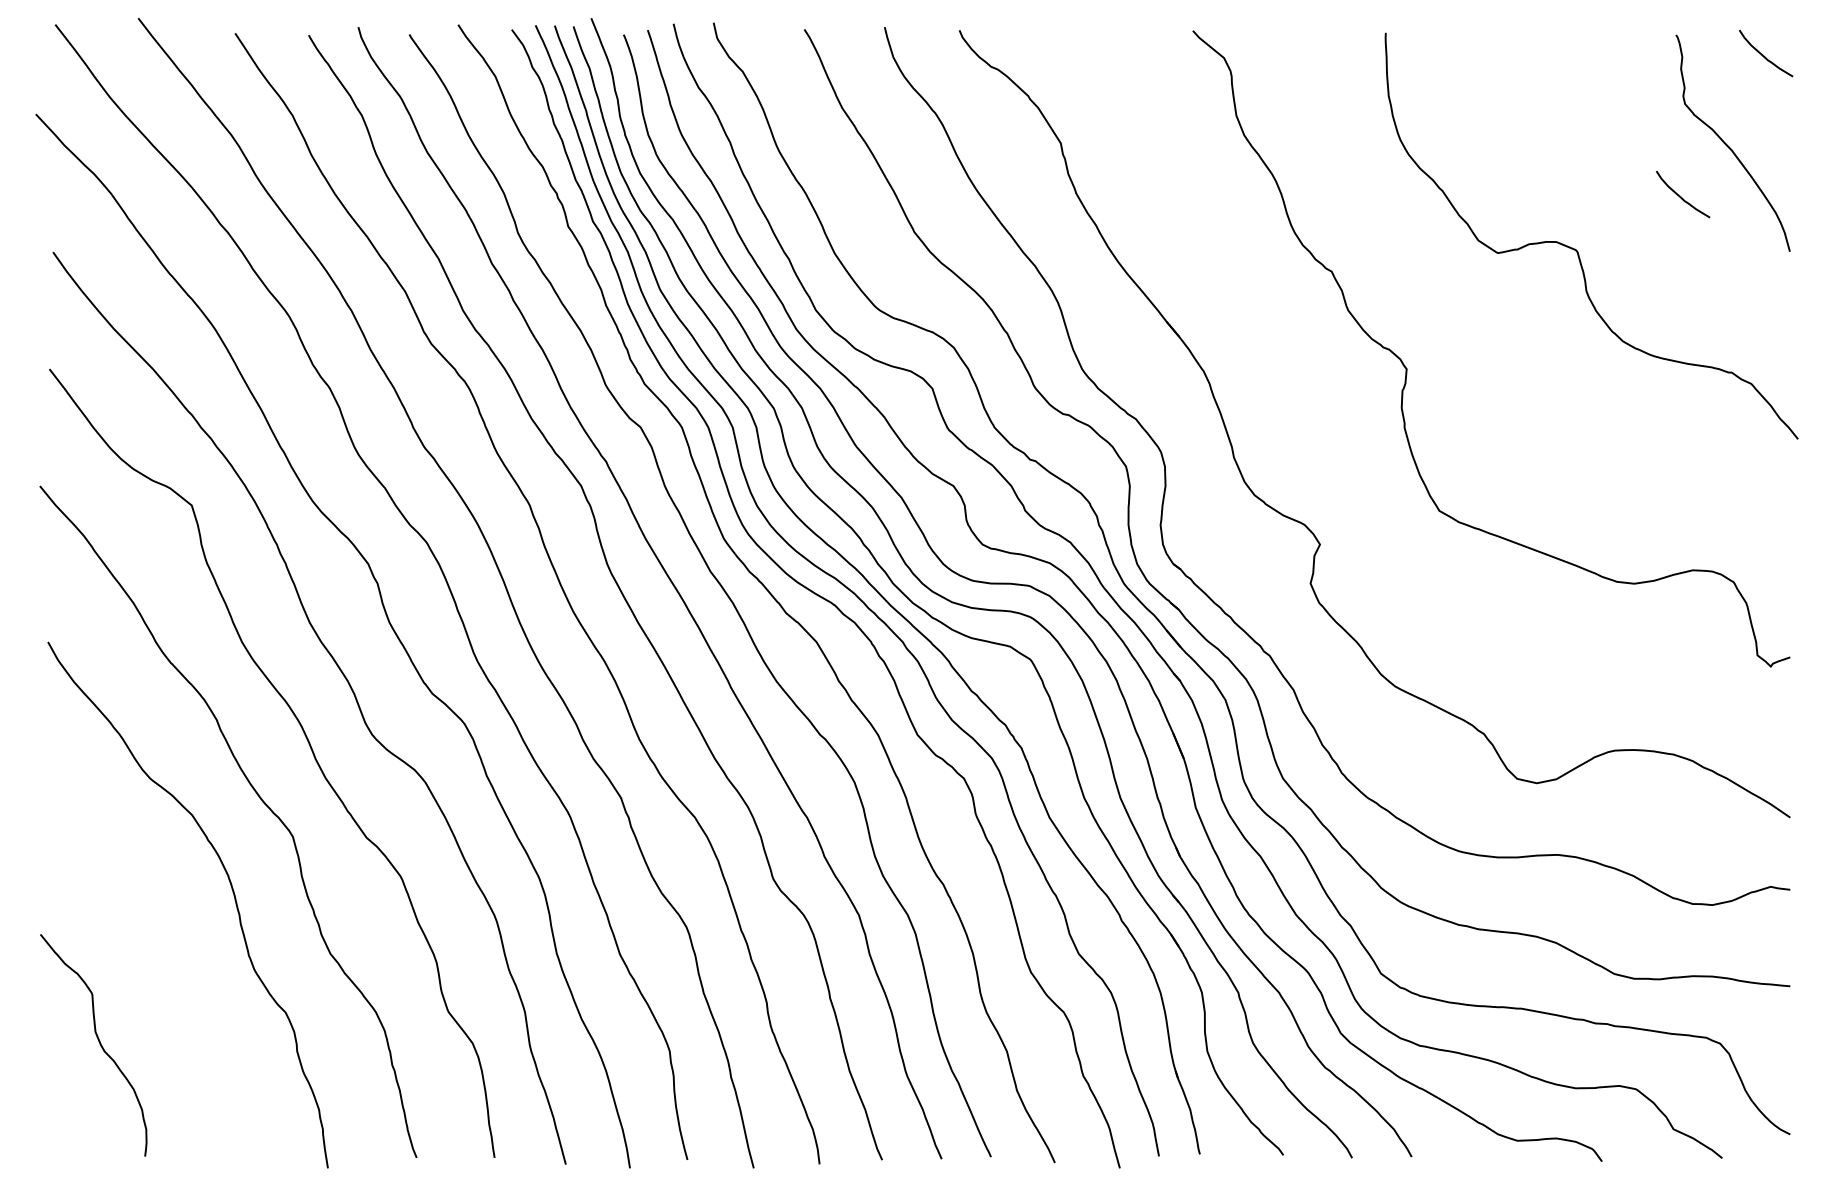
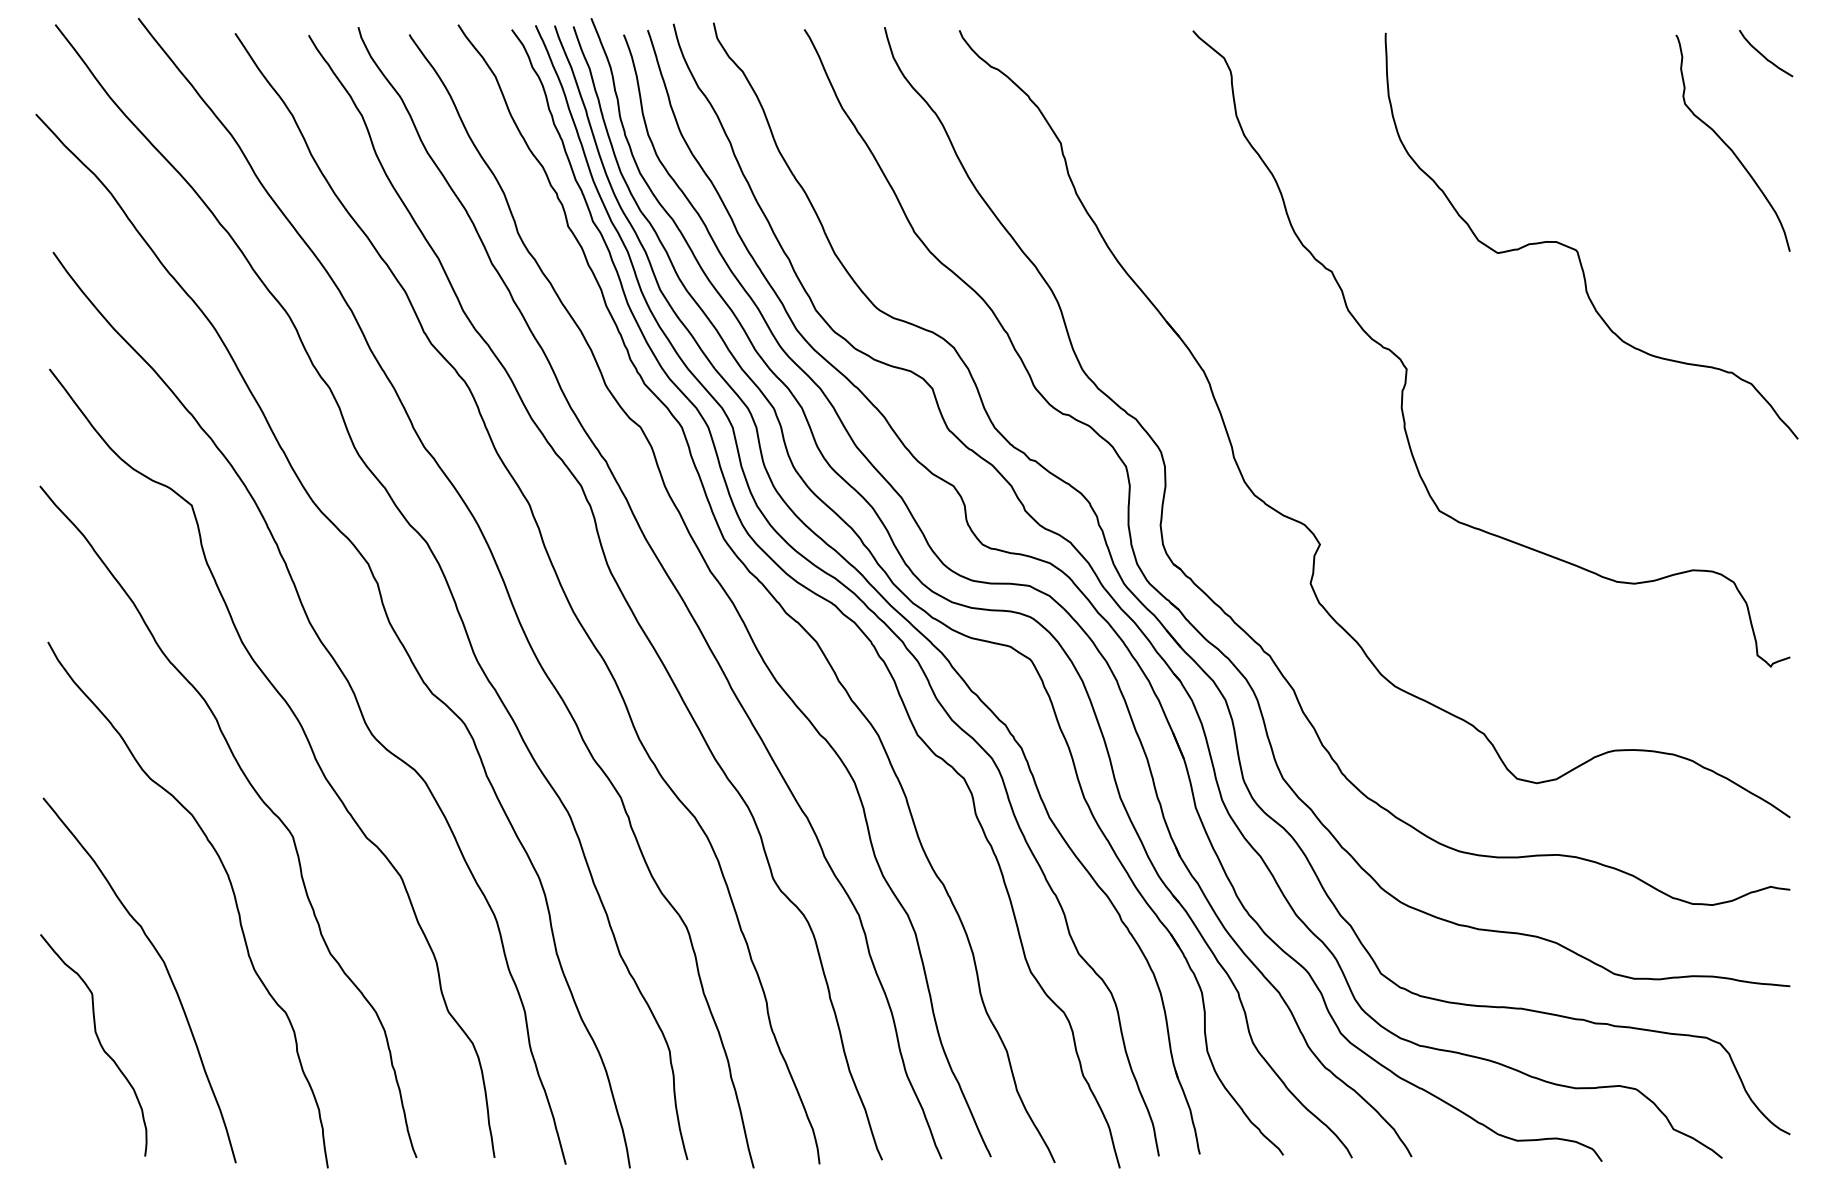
curve at (1681, 196): present -> none
curve at (166, 971): none -> present
